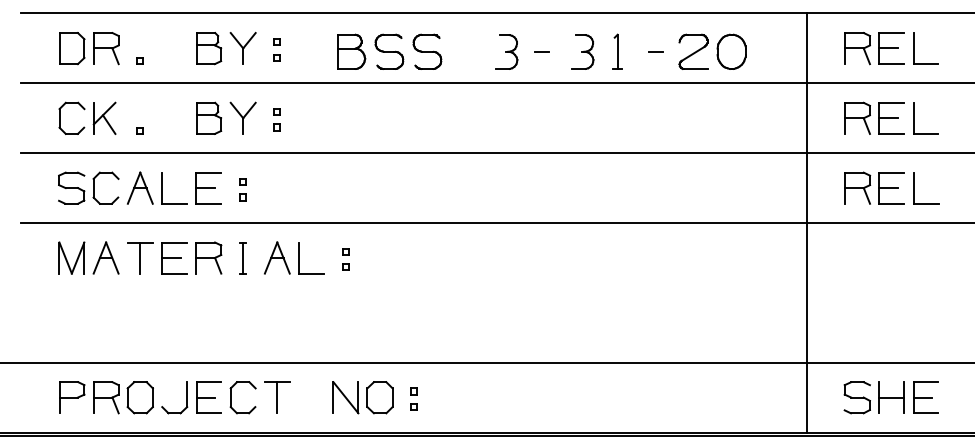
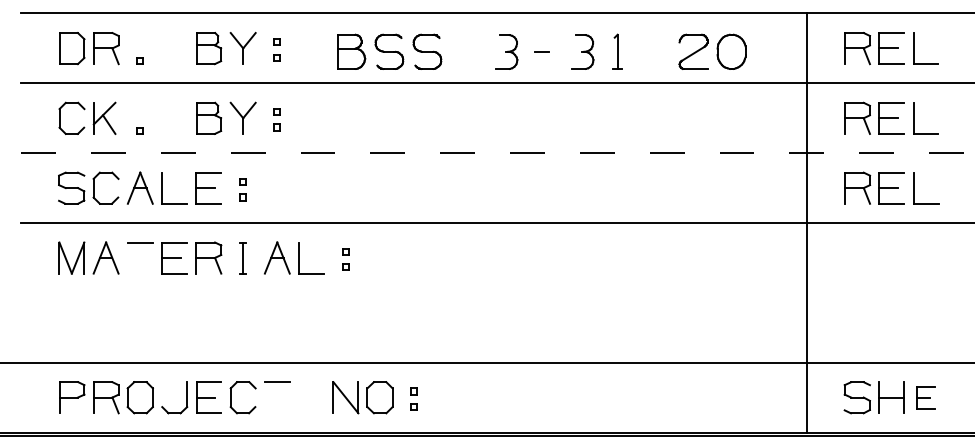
line at (655, 51): present -> none
line at (497, 153): solid -> dashed
line at (140, 257): present -> none
line at (277, 397): present -> none
part at (925, 397) size: 26x33 px -> 20x24 px
